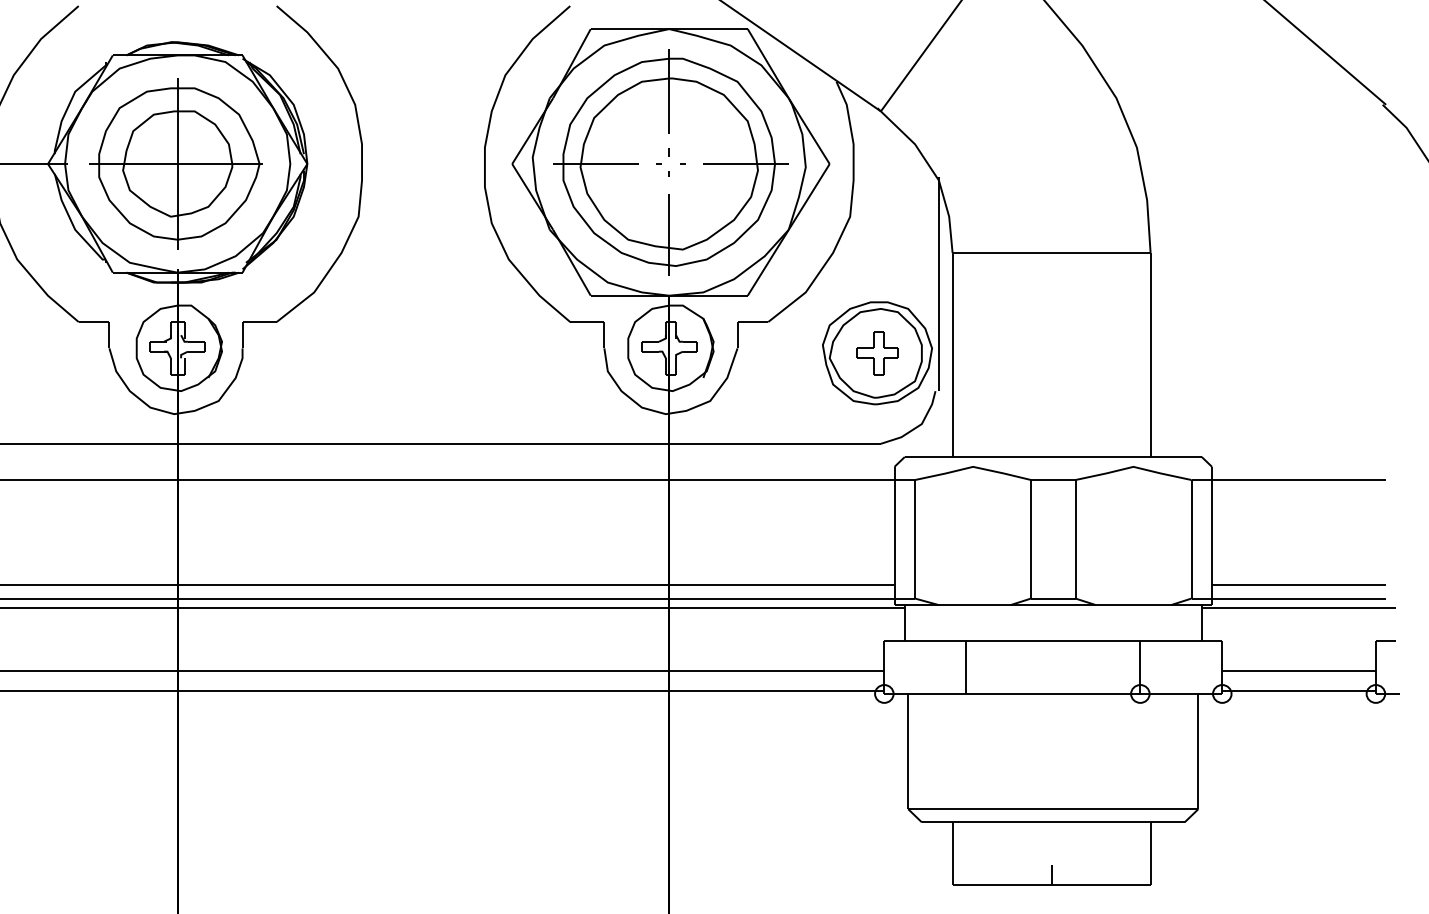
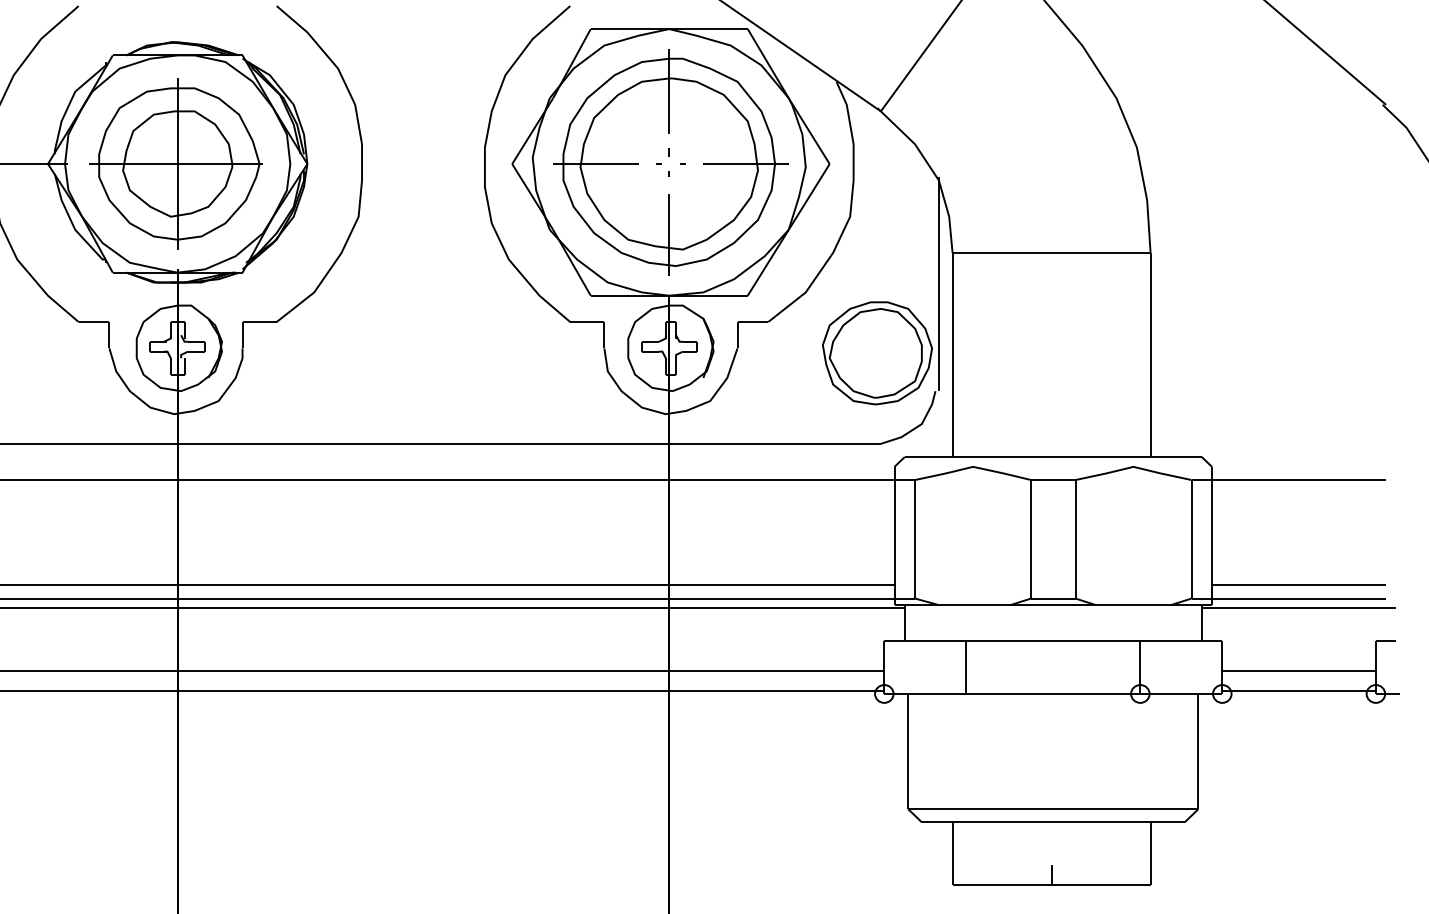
part at (877, 353): present -> none
